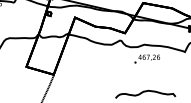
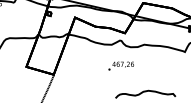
text at (146, 58) position: (146, 58) -> (120, 65)
